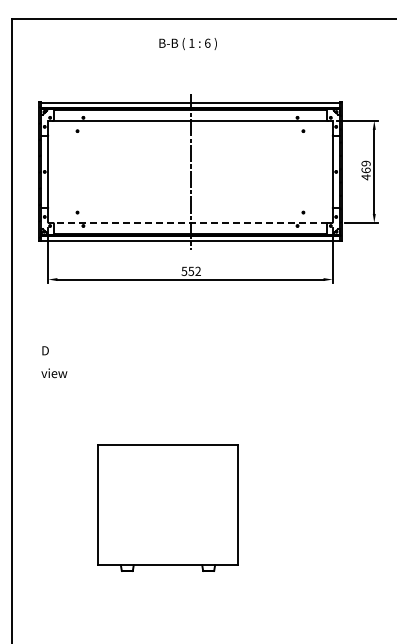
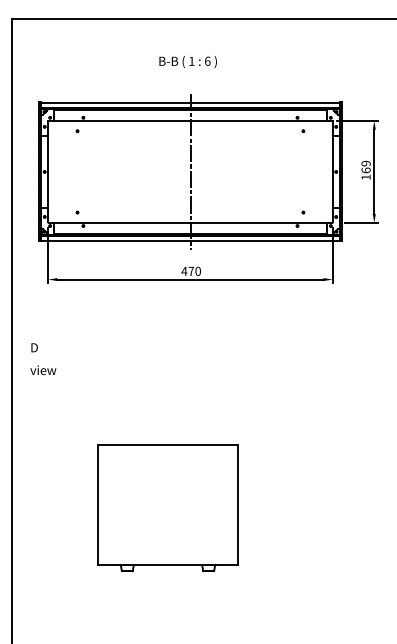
text at (187, 44) position: (187, 44) -> (187, 62)
text at (365, 177): 469 -> 169
line at (189, 223): dashed -> solid
text at (190, 270): 552 -> 470
text at (54, 362) position: (54, 362) -> (43, 359)
